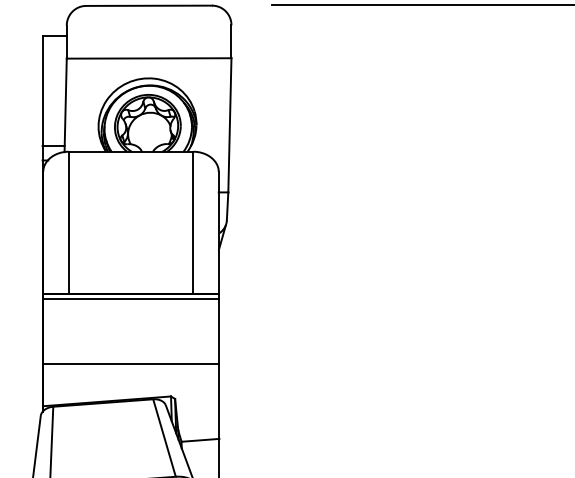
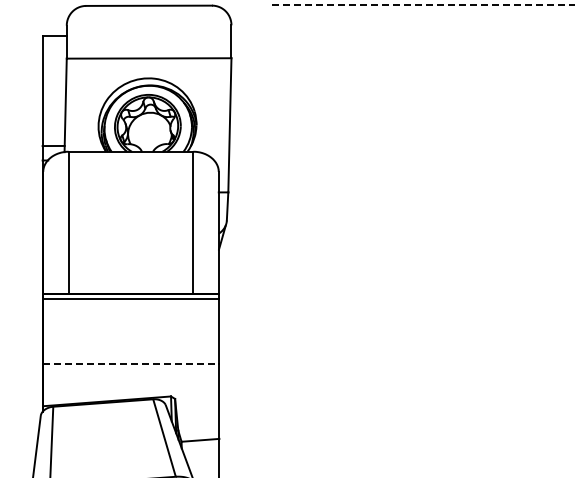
line at (423, 5): solid -> dashed
line at (131, 363): solid -> dashed
